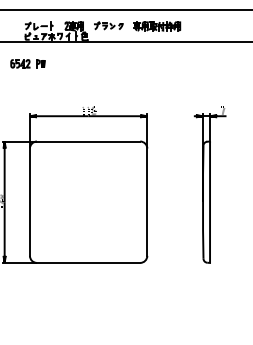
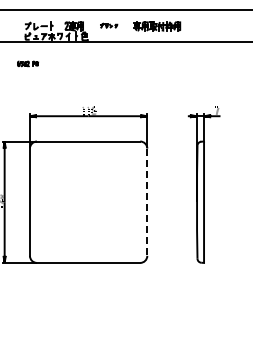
part at (108, 25) size: 30x10 px -> 19x7 px
part at (27, 63) size: 36x10 px -> 22x8 px
part at (209, 184) position: (209, 184) -> (203, 184)
line at (147, 202): solid -> dashed
